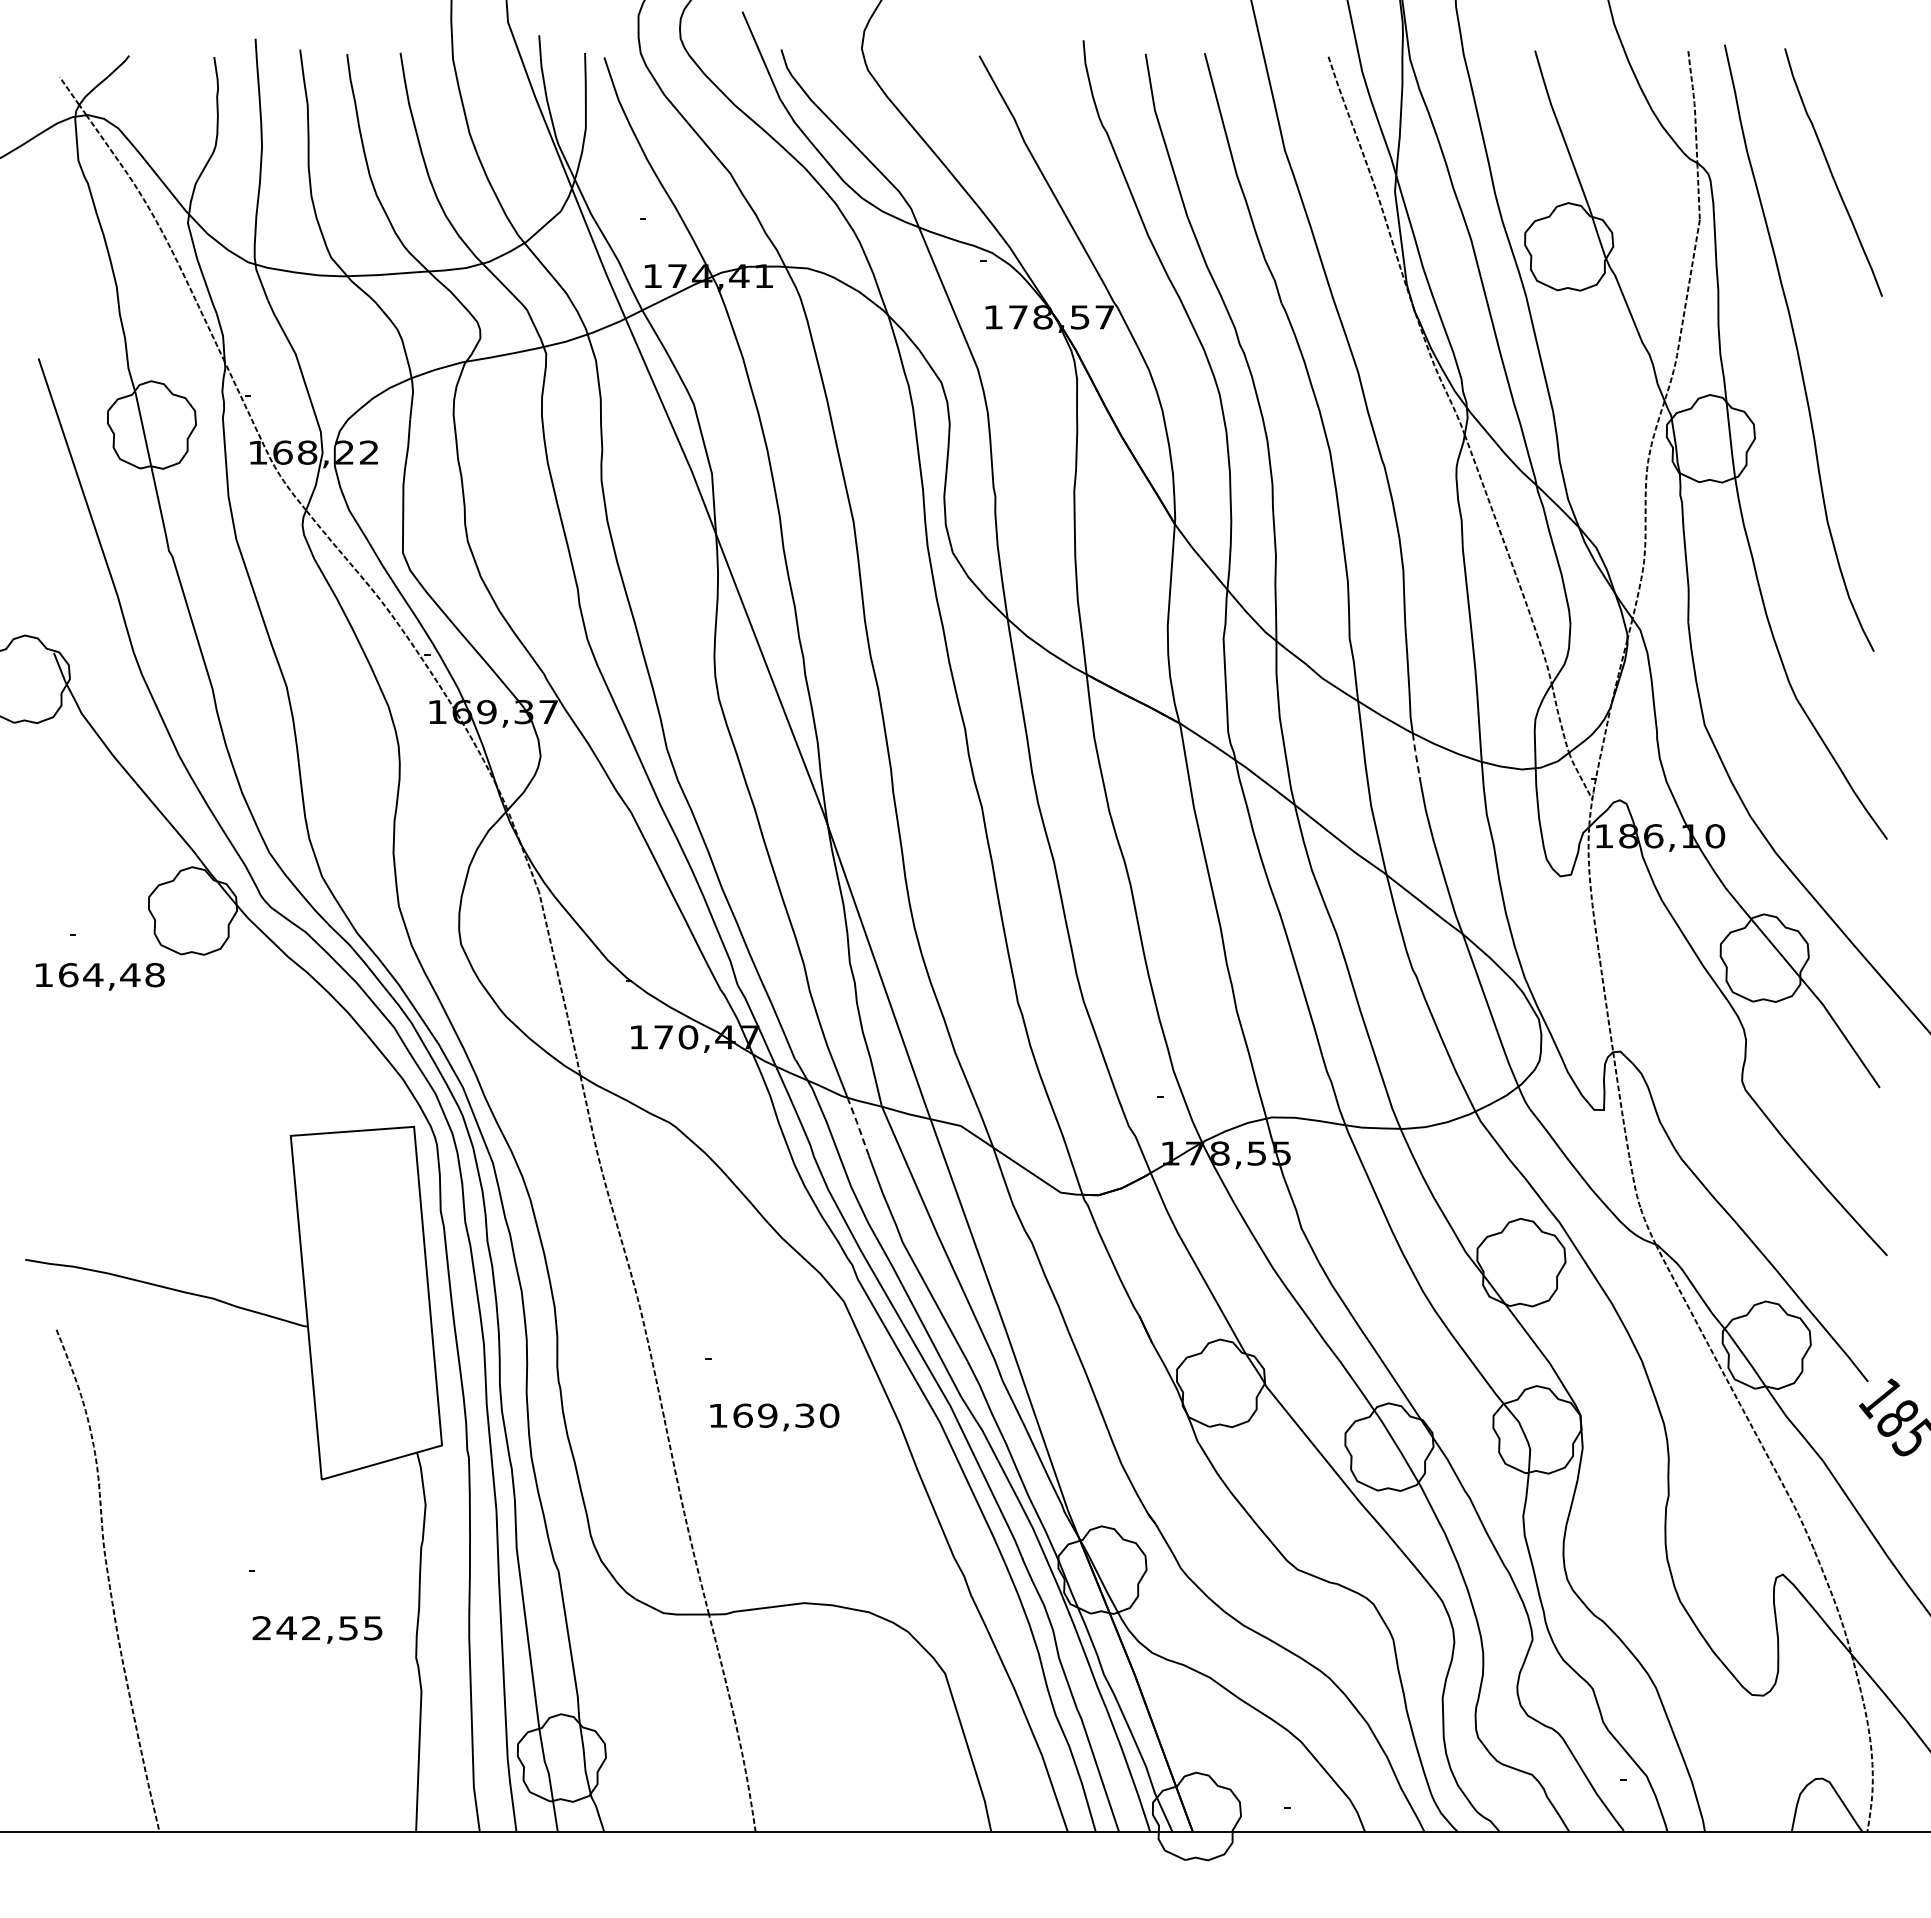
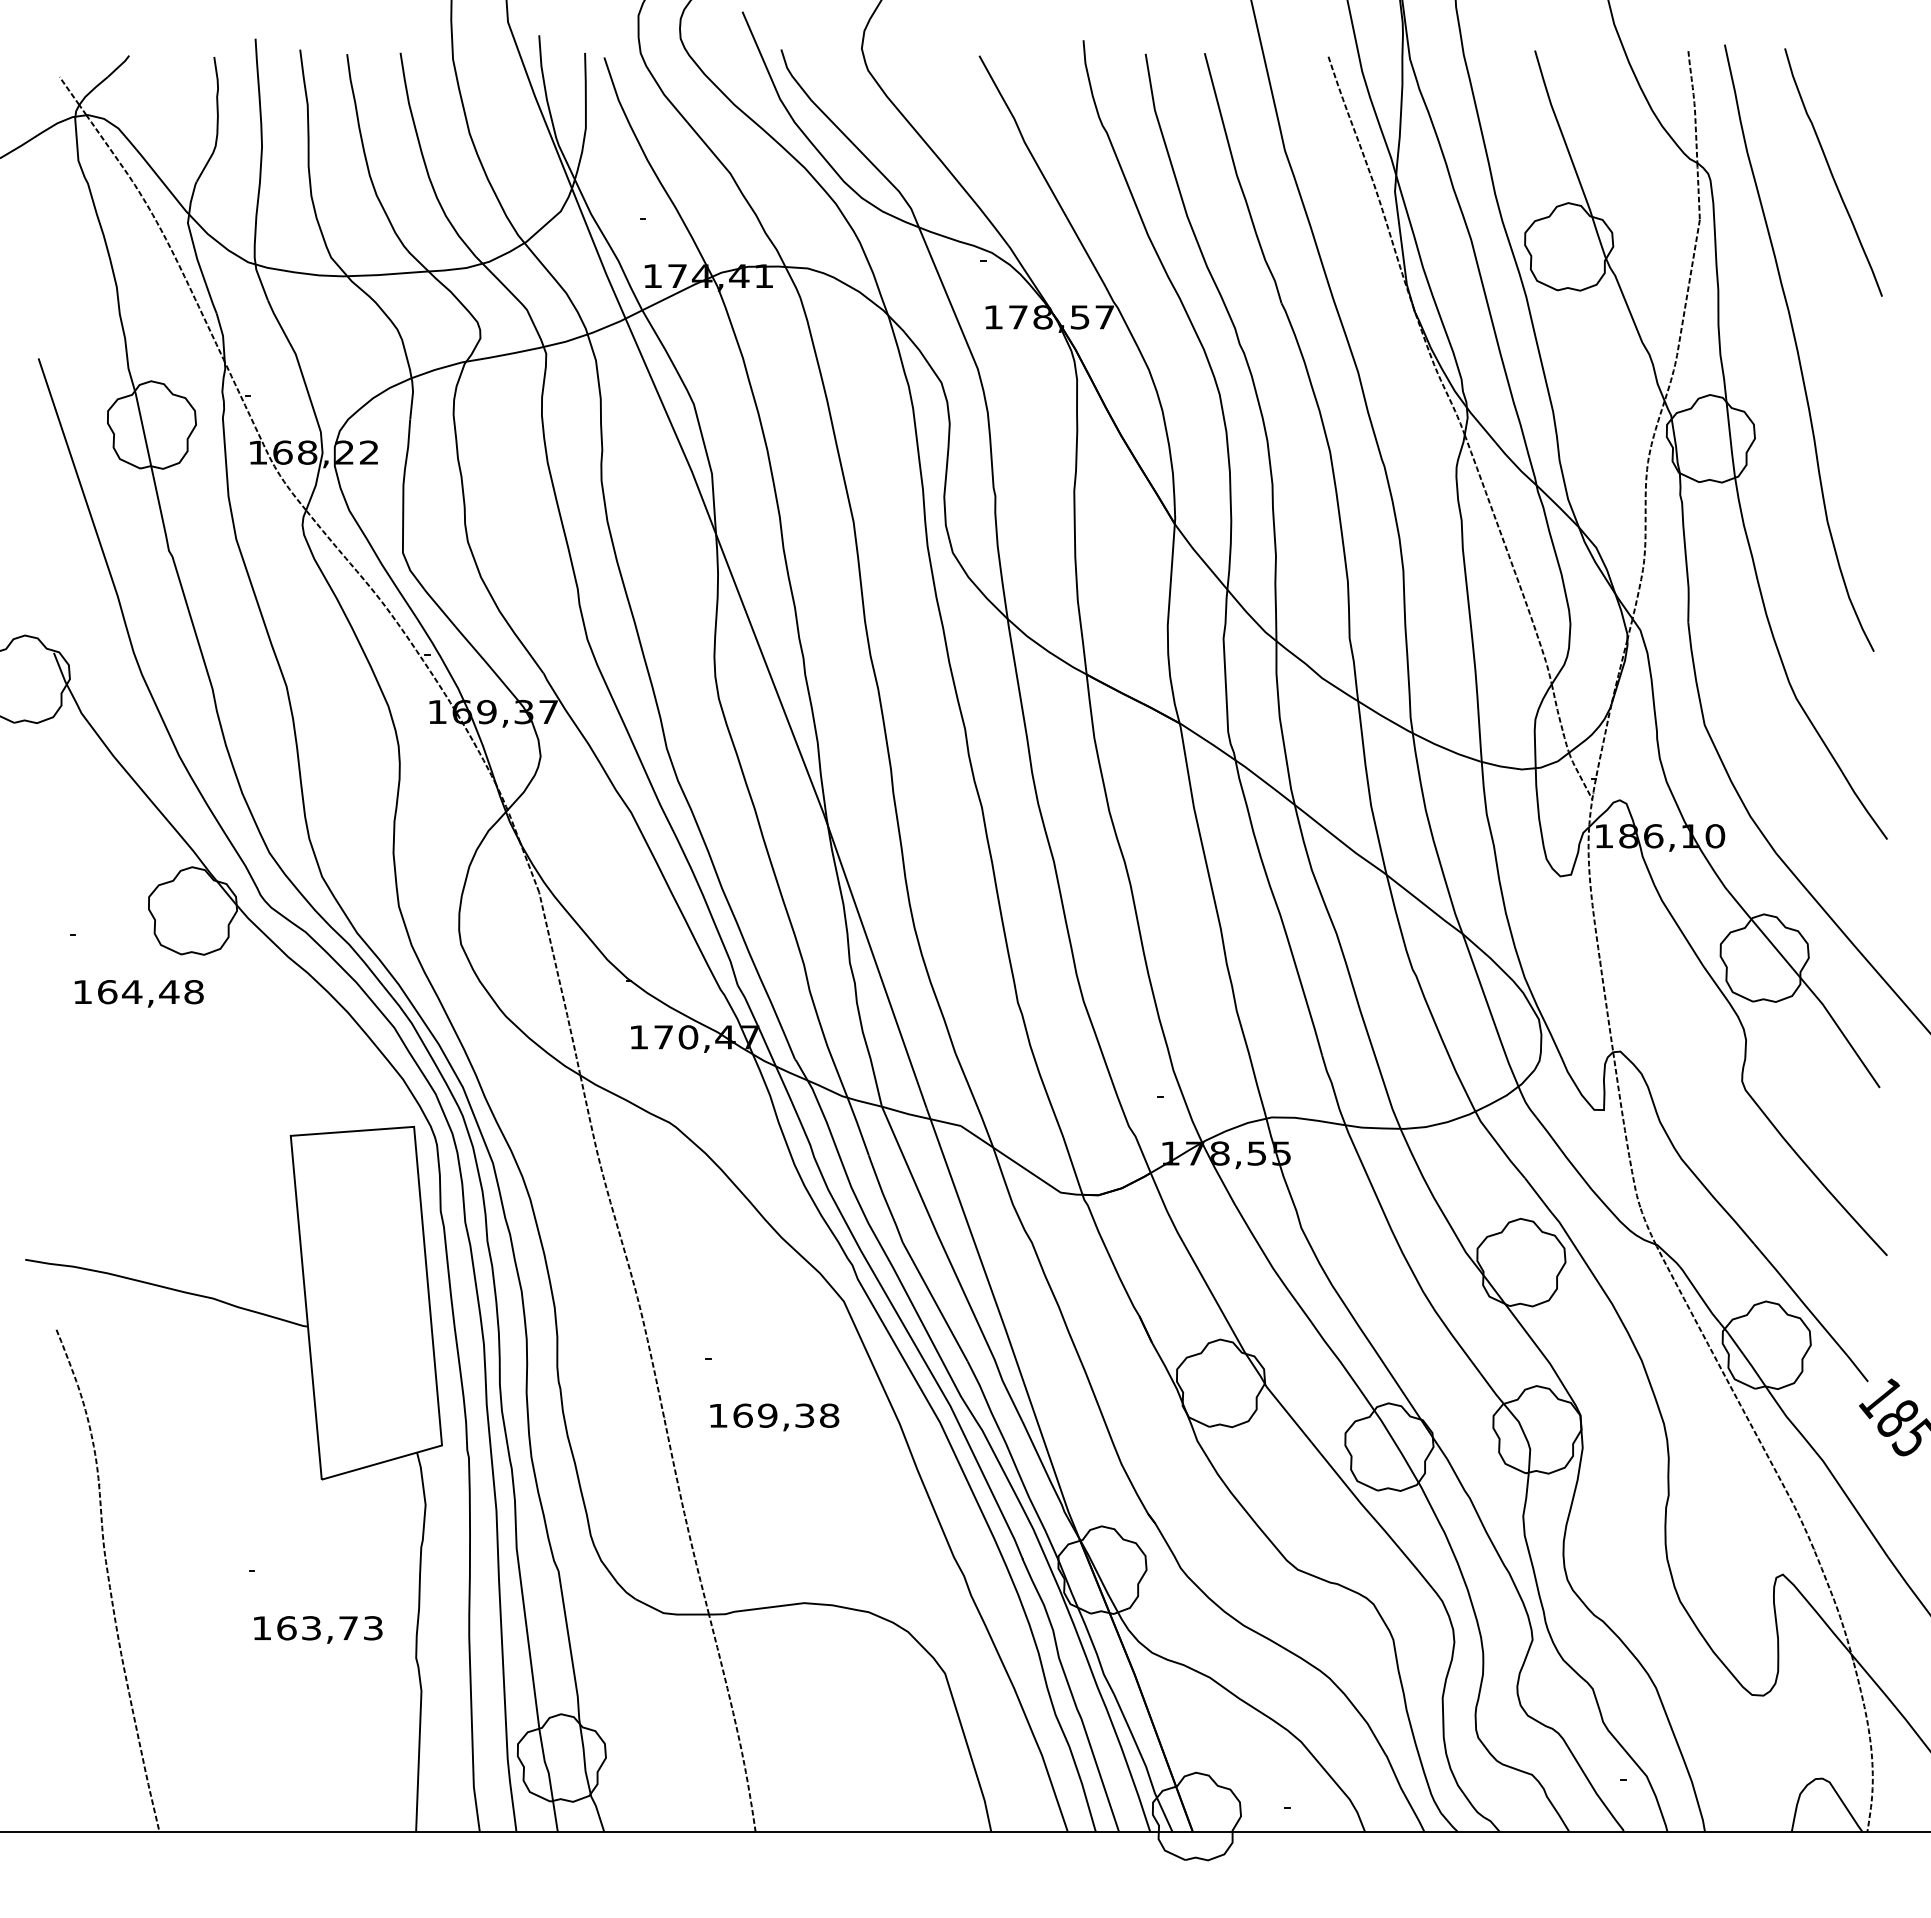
line at (1416, 757): dashed -> solid
text at (99, 976) position: (99, 976) -> (138, 993)
line at (857, 1125): dashed -> solid
text at (829, 1415): 169,30 -> 169,38
text at (317, 1628): 242,55 -> 163,73
